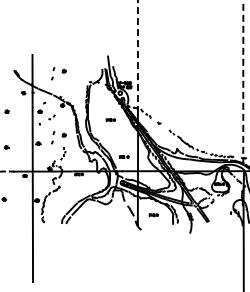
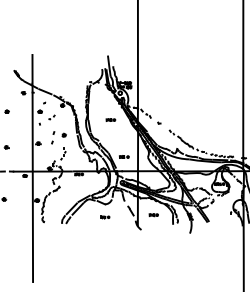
line at (137, 54): dashed -> solid
part at (58, 73): present -> none
line at (243, 84): dashed -> solid
part at (105, 217): none -> present
